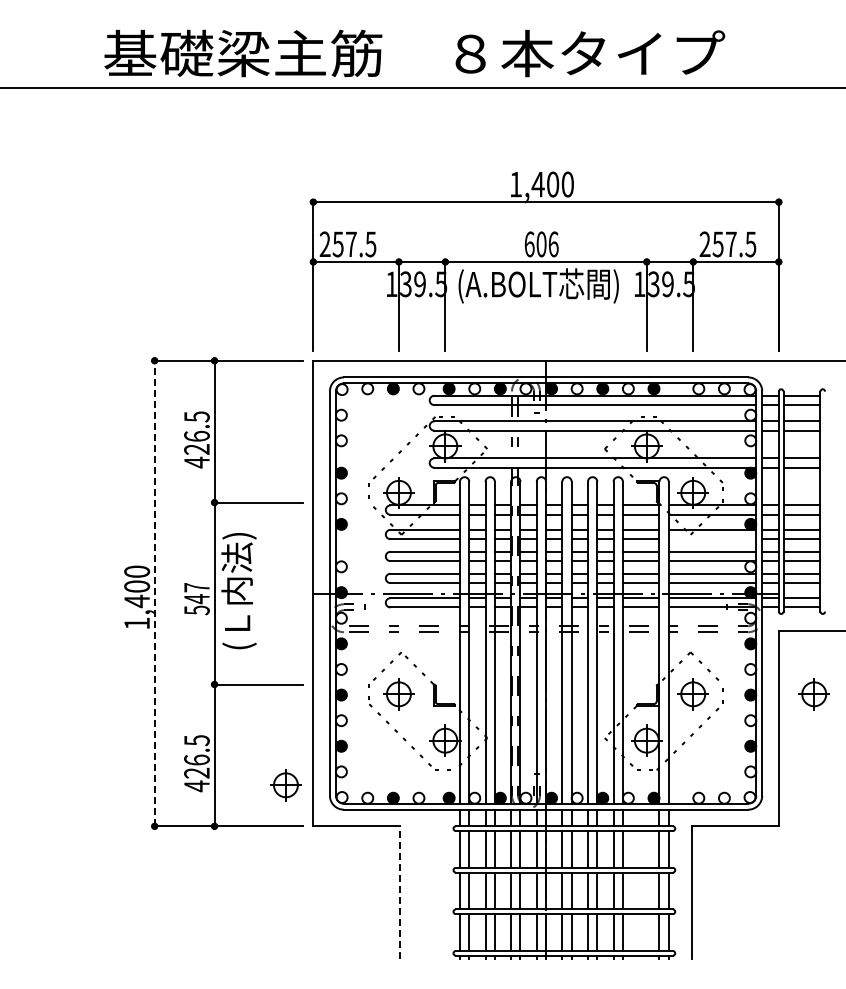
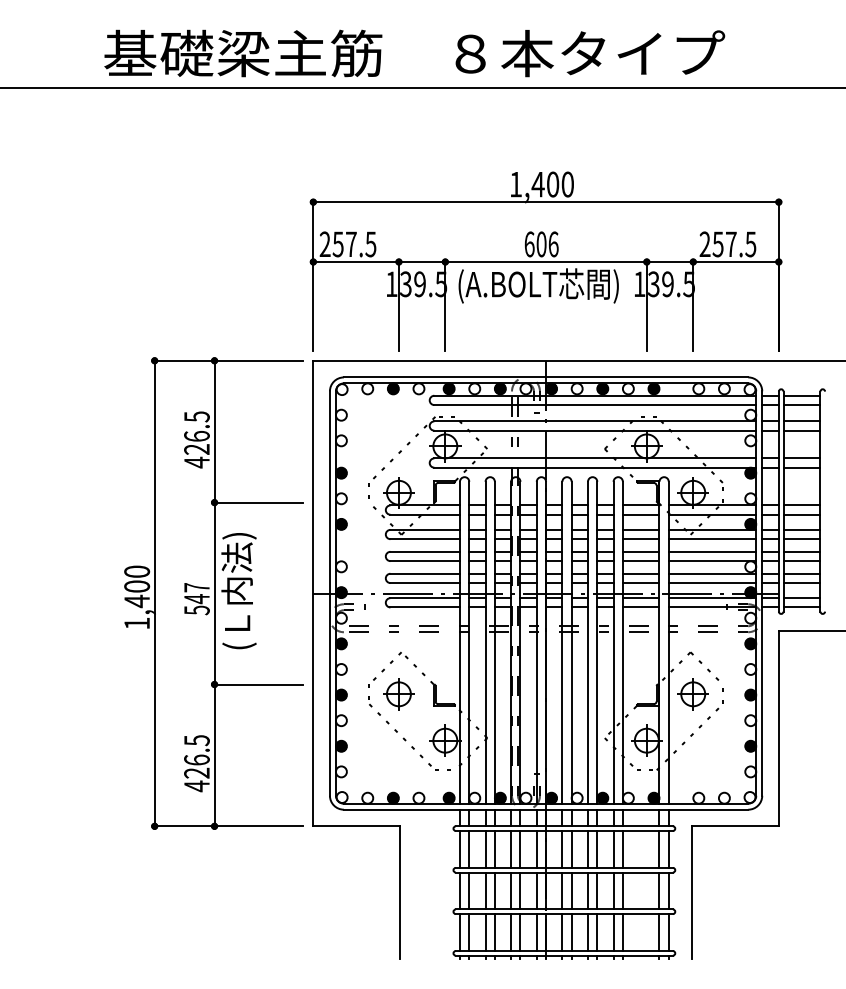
line at (712, 539): none -> present
line at (154, 593): dashed -> solid
part at (813, 694): present -> none
part at (285, 785): present -> none
line at (400, 892): dashed -> solid
